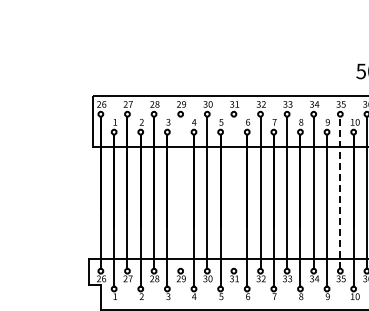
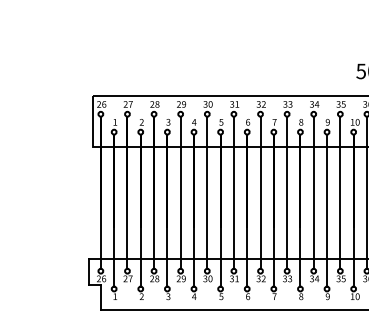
line at (180, 192): none -> present
line at (233, 192): none -> present
line at (340, 192): dashed -> solid
